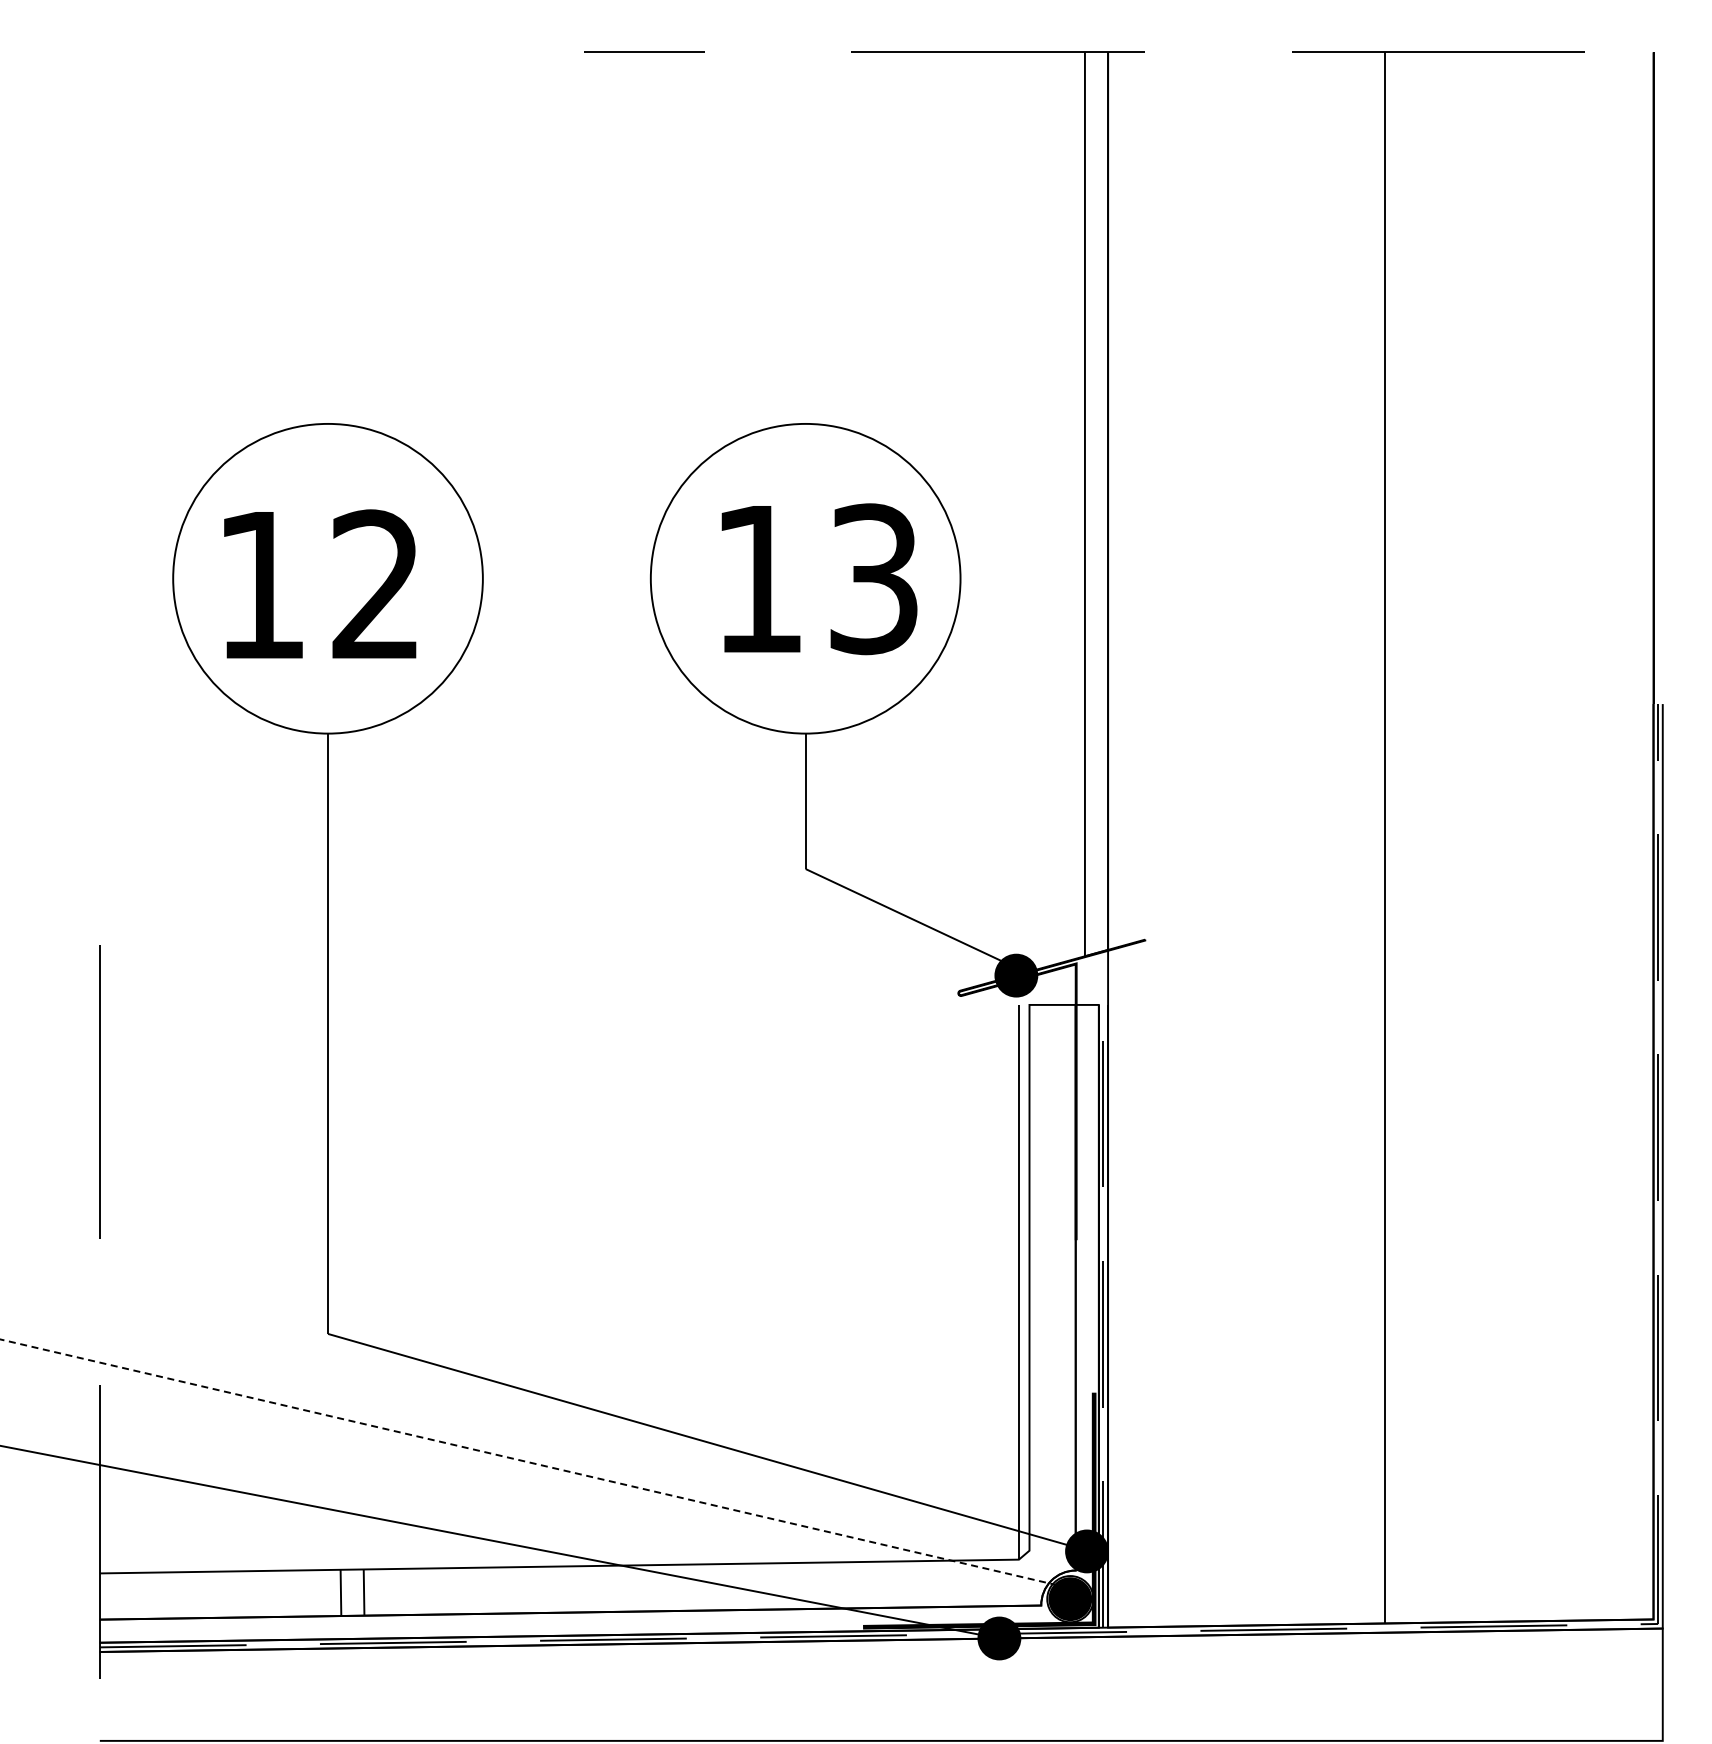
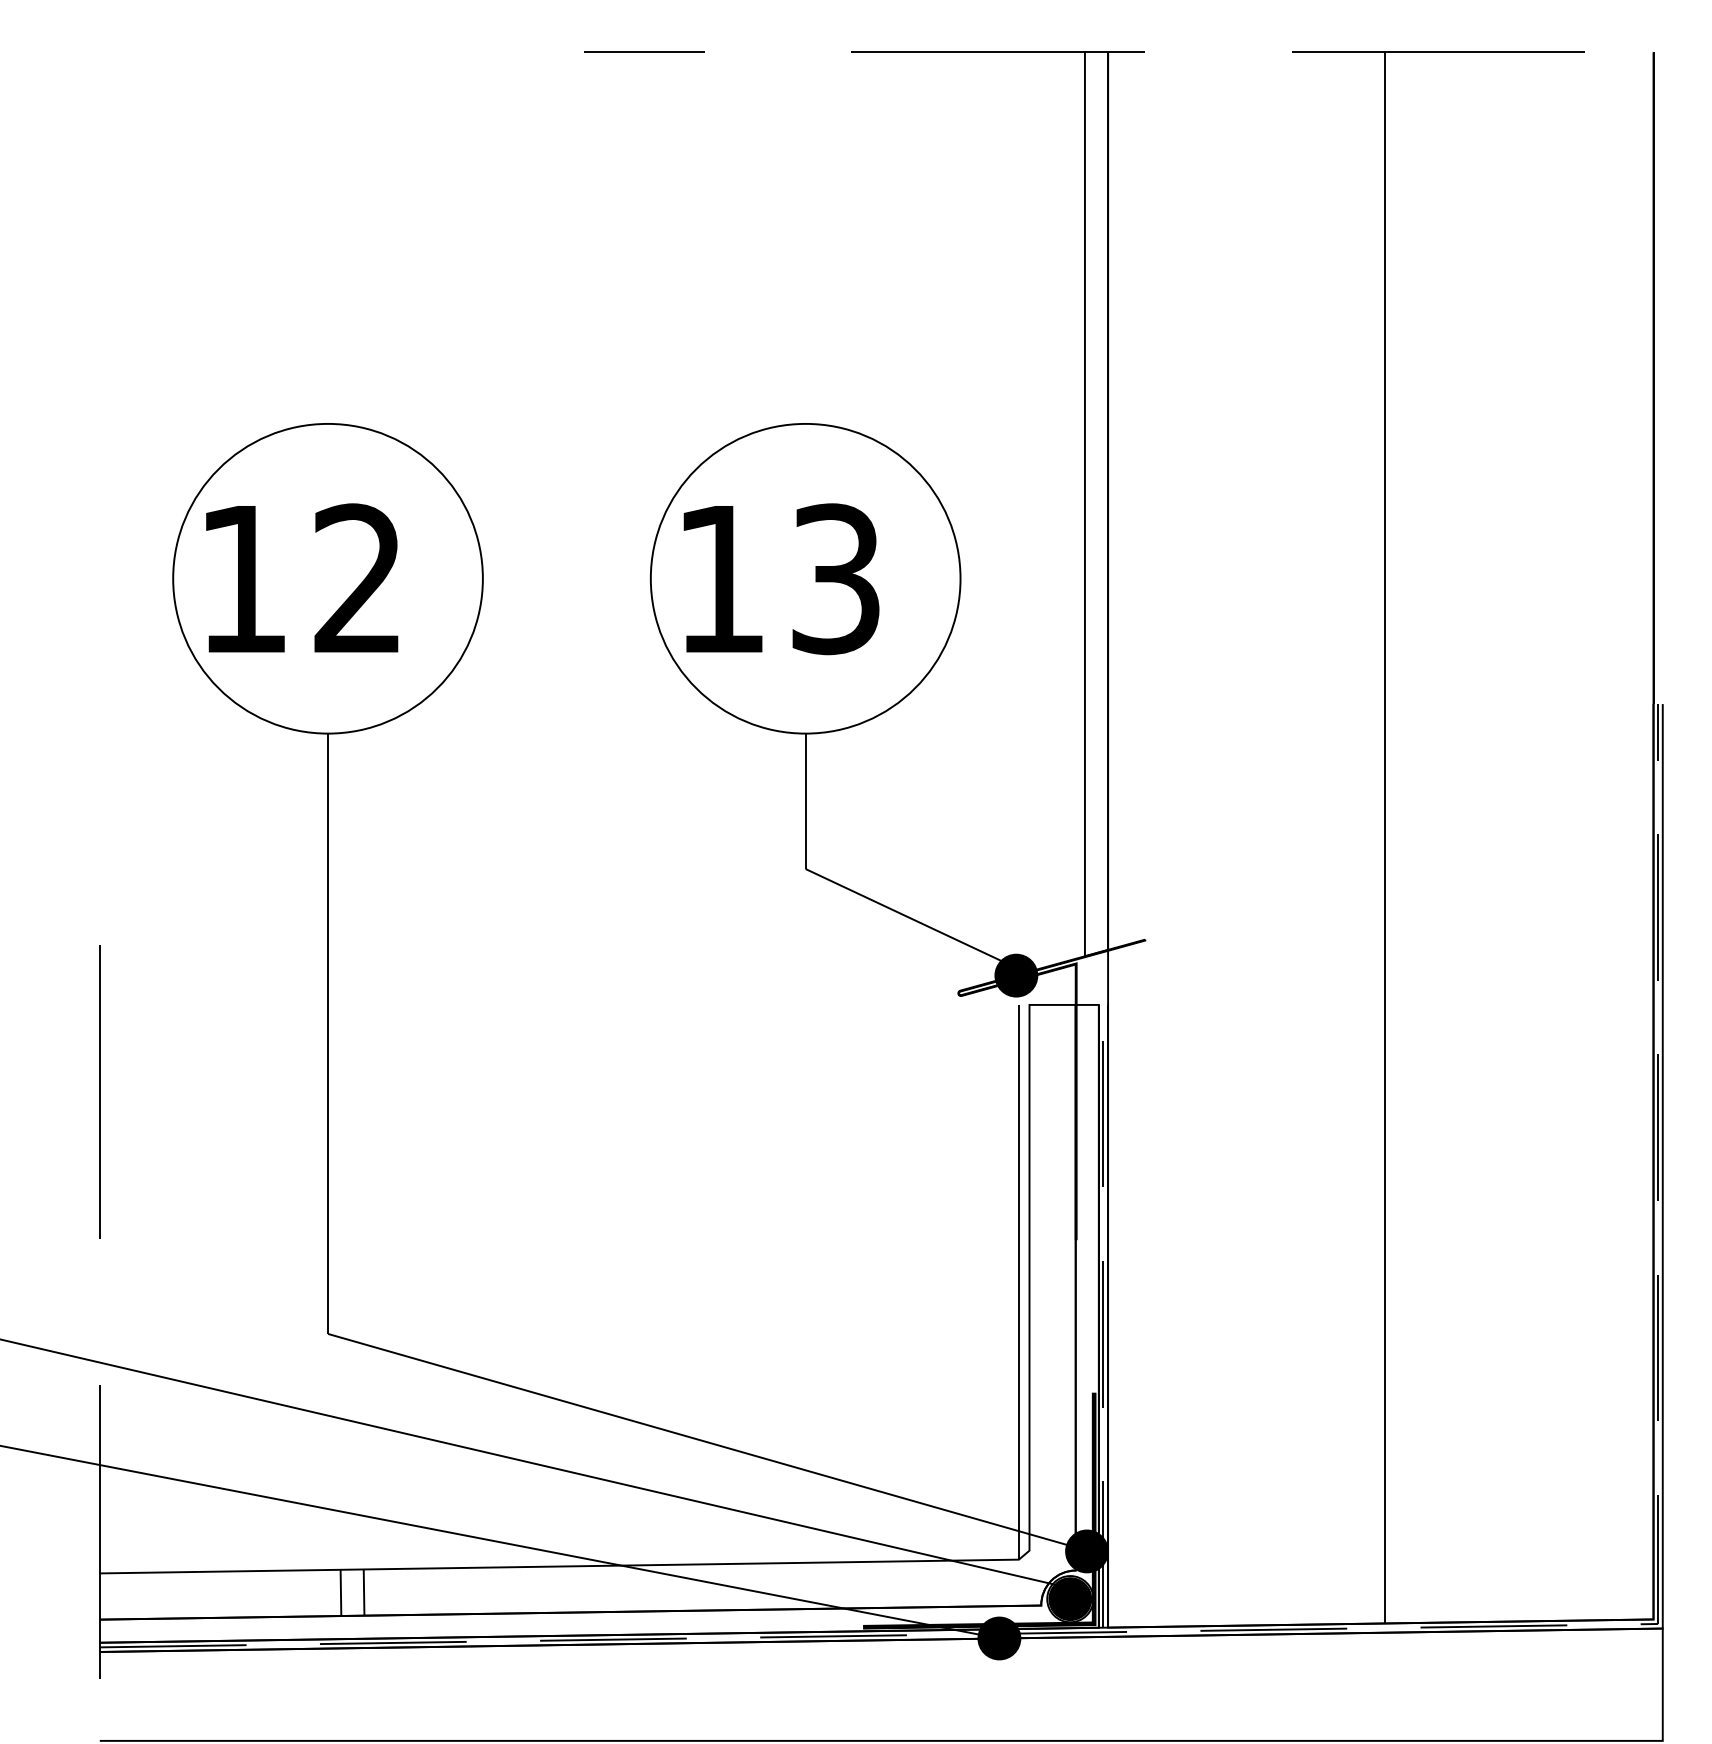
text at (819, 579) position: (819, 579) -> (781, 579)
text at (320, 583) position: (320, 583) -> (302, 577)
line at (528, 1462): dashed -> solid
